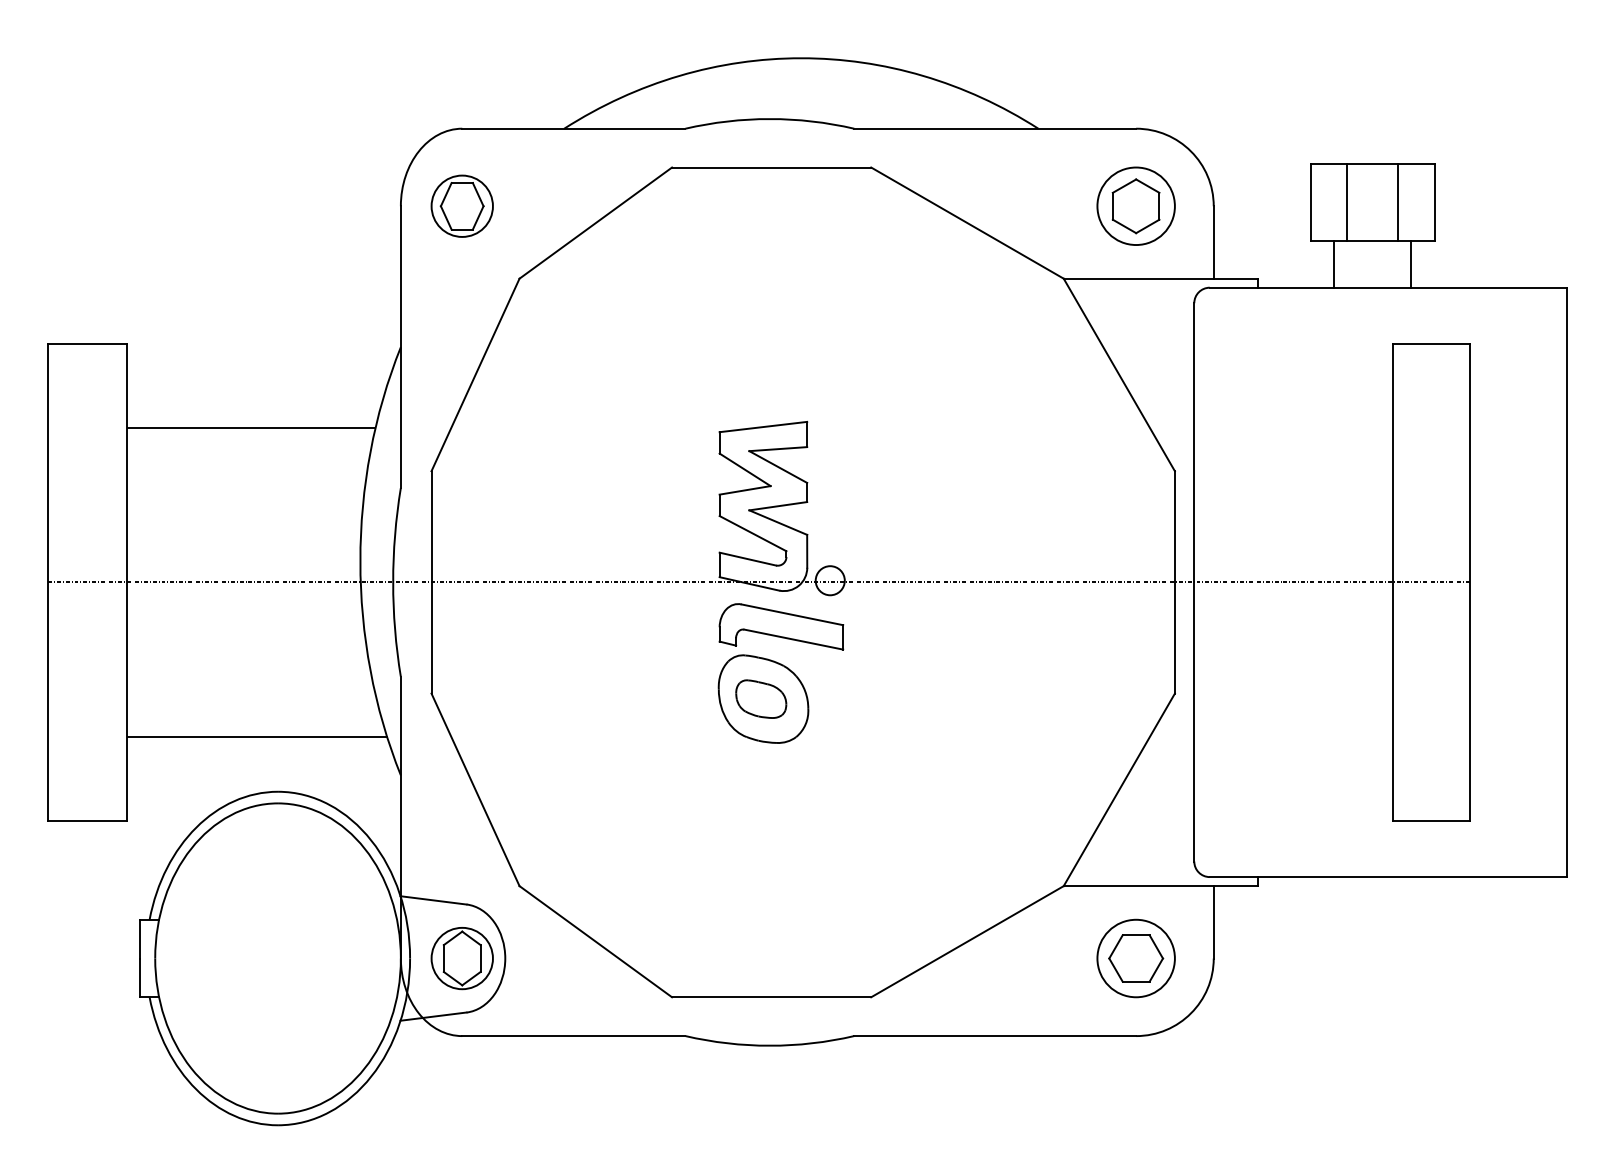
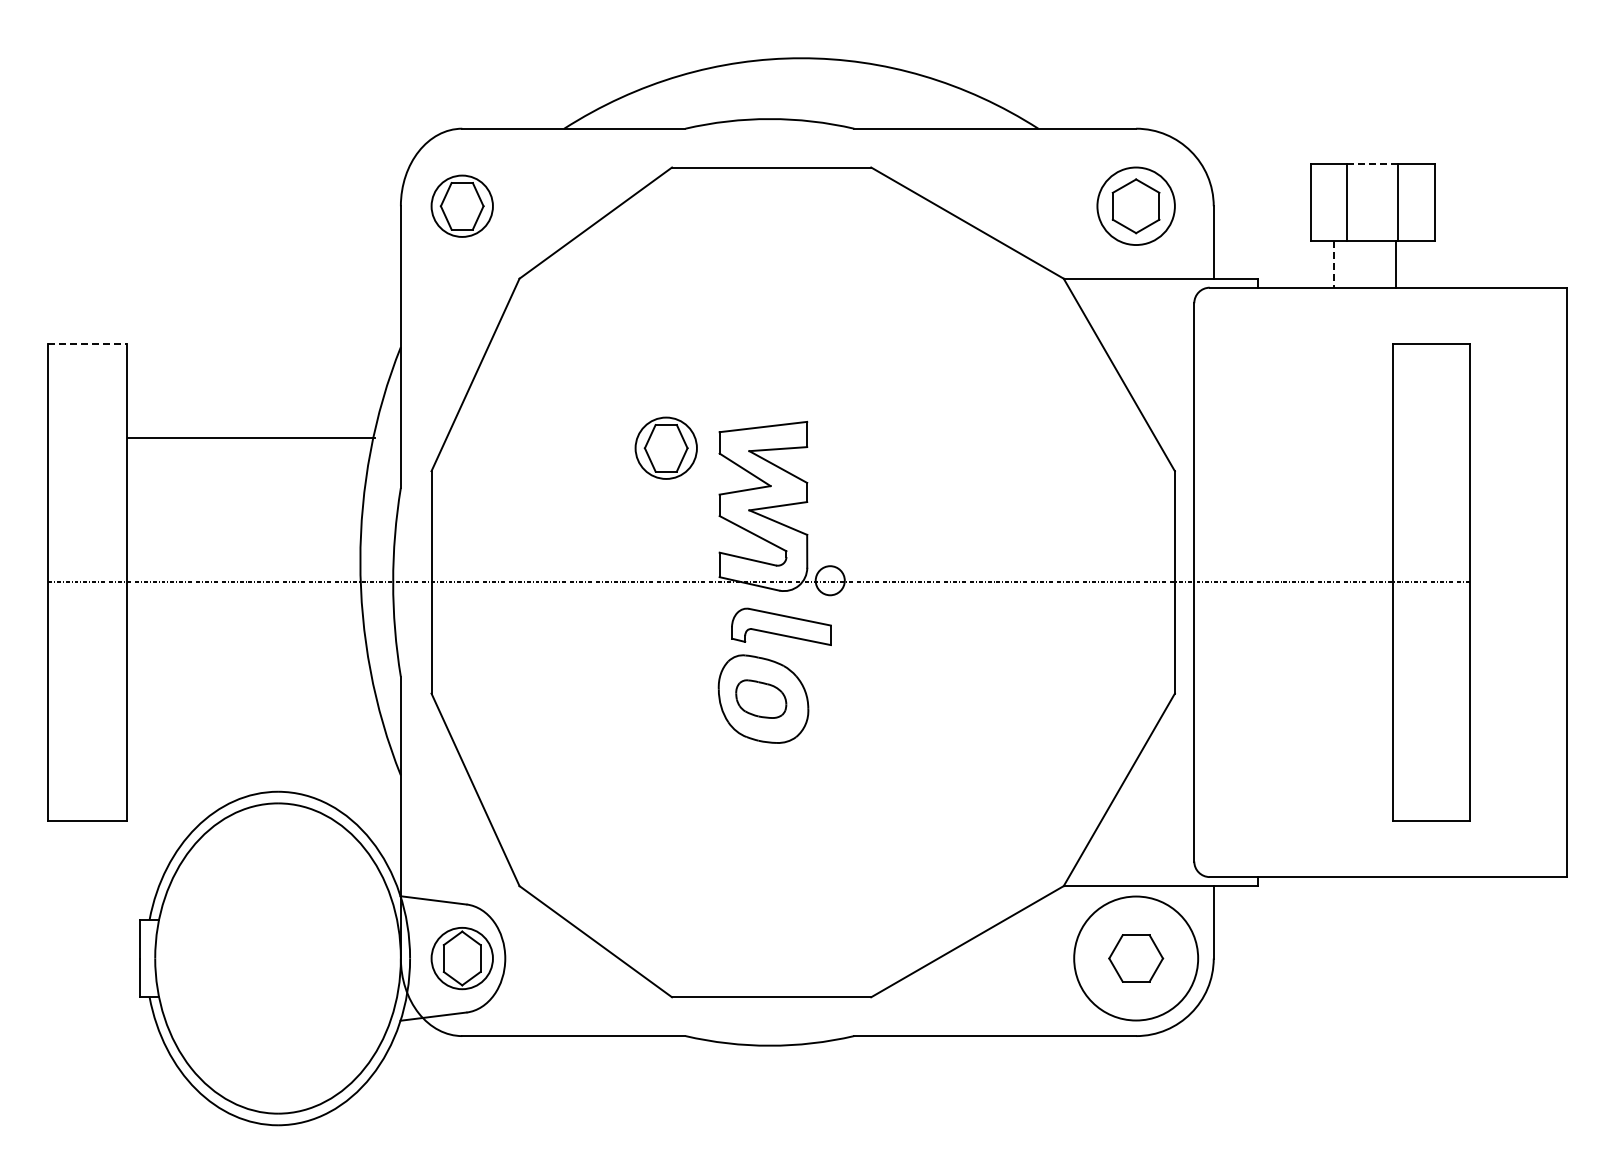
line at (1372, 163): solid -> dashed
line at (1333, 264): solid -> dashed
line at (1411, 264) position: (1411, 264) -> (1396, 264)
line at (88, 344): solid -> dashed
line at (251, 428) position: (251, 428) -> (251, 438)
part at (665, 447): none -> present
part at (781, 626) size: 127x48 px -> 101x39 px
line at (257, 736): present -> none
circle at (1135, 958) diameter: 77 px -> 124 px
